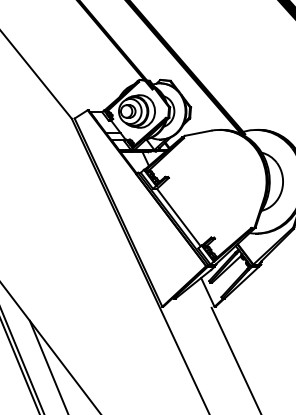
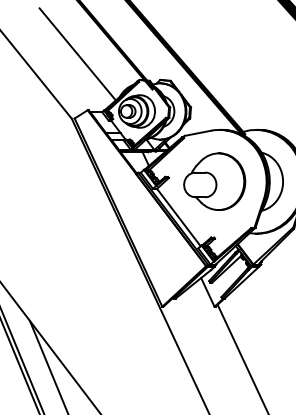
line at (77, 54): none -> present
part at (214, 181): none -> present
line at (235, 359) position: (235, 359) -> (242, 357)
